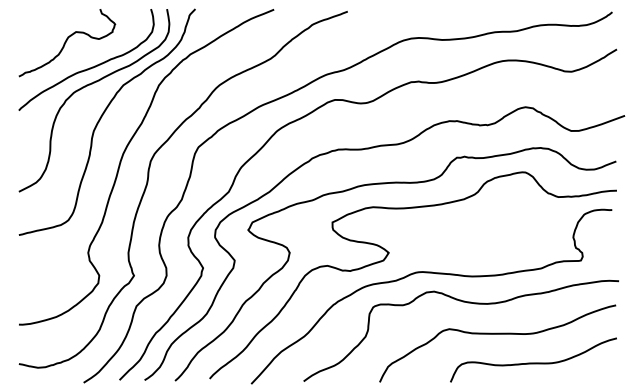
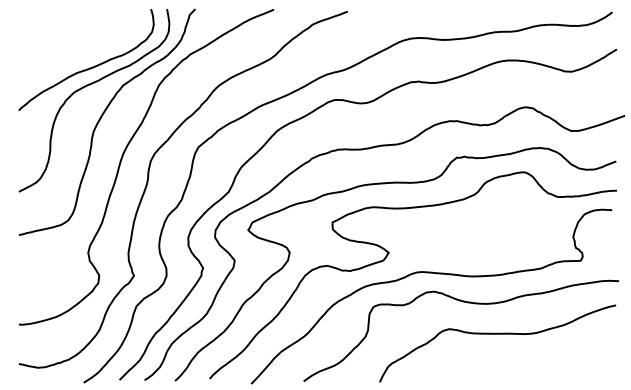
curve at (66, 42): present -> none
curve at (533, 362): present -> none
